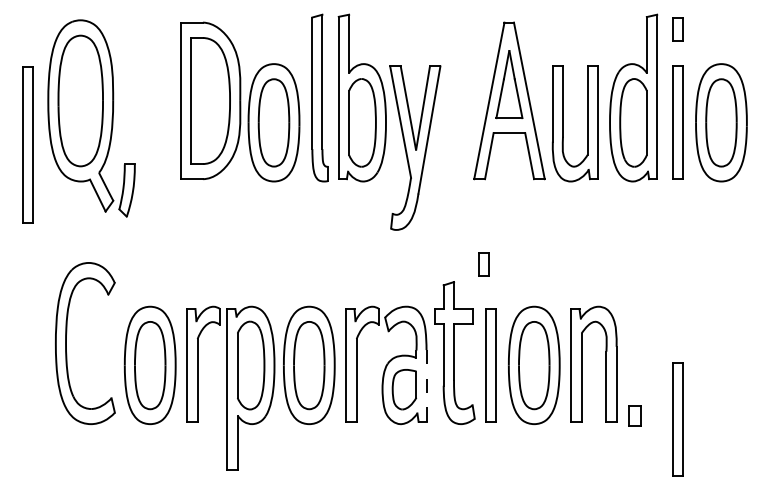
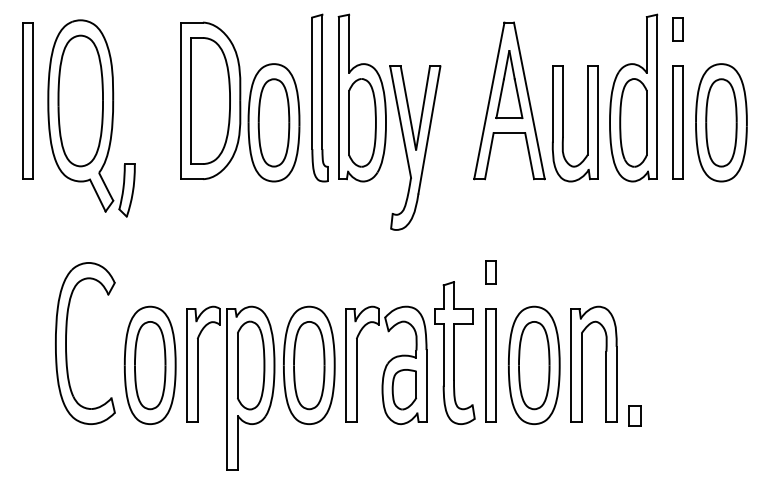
part at (27, 144) position: (27, 144) -> (27, 100)
part at (483, 264) position: (483, 264) -> (490, 272)
line at (426, 385): dashed -> solid
part at (677, 419): present -> none
